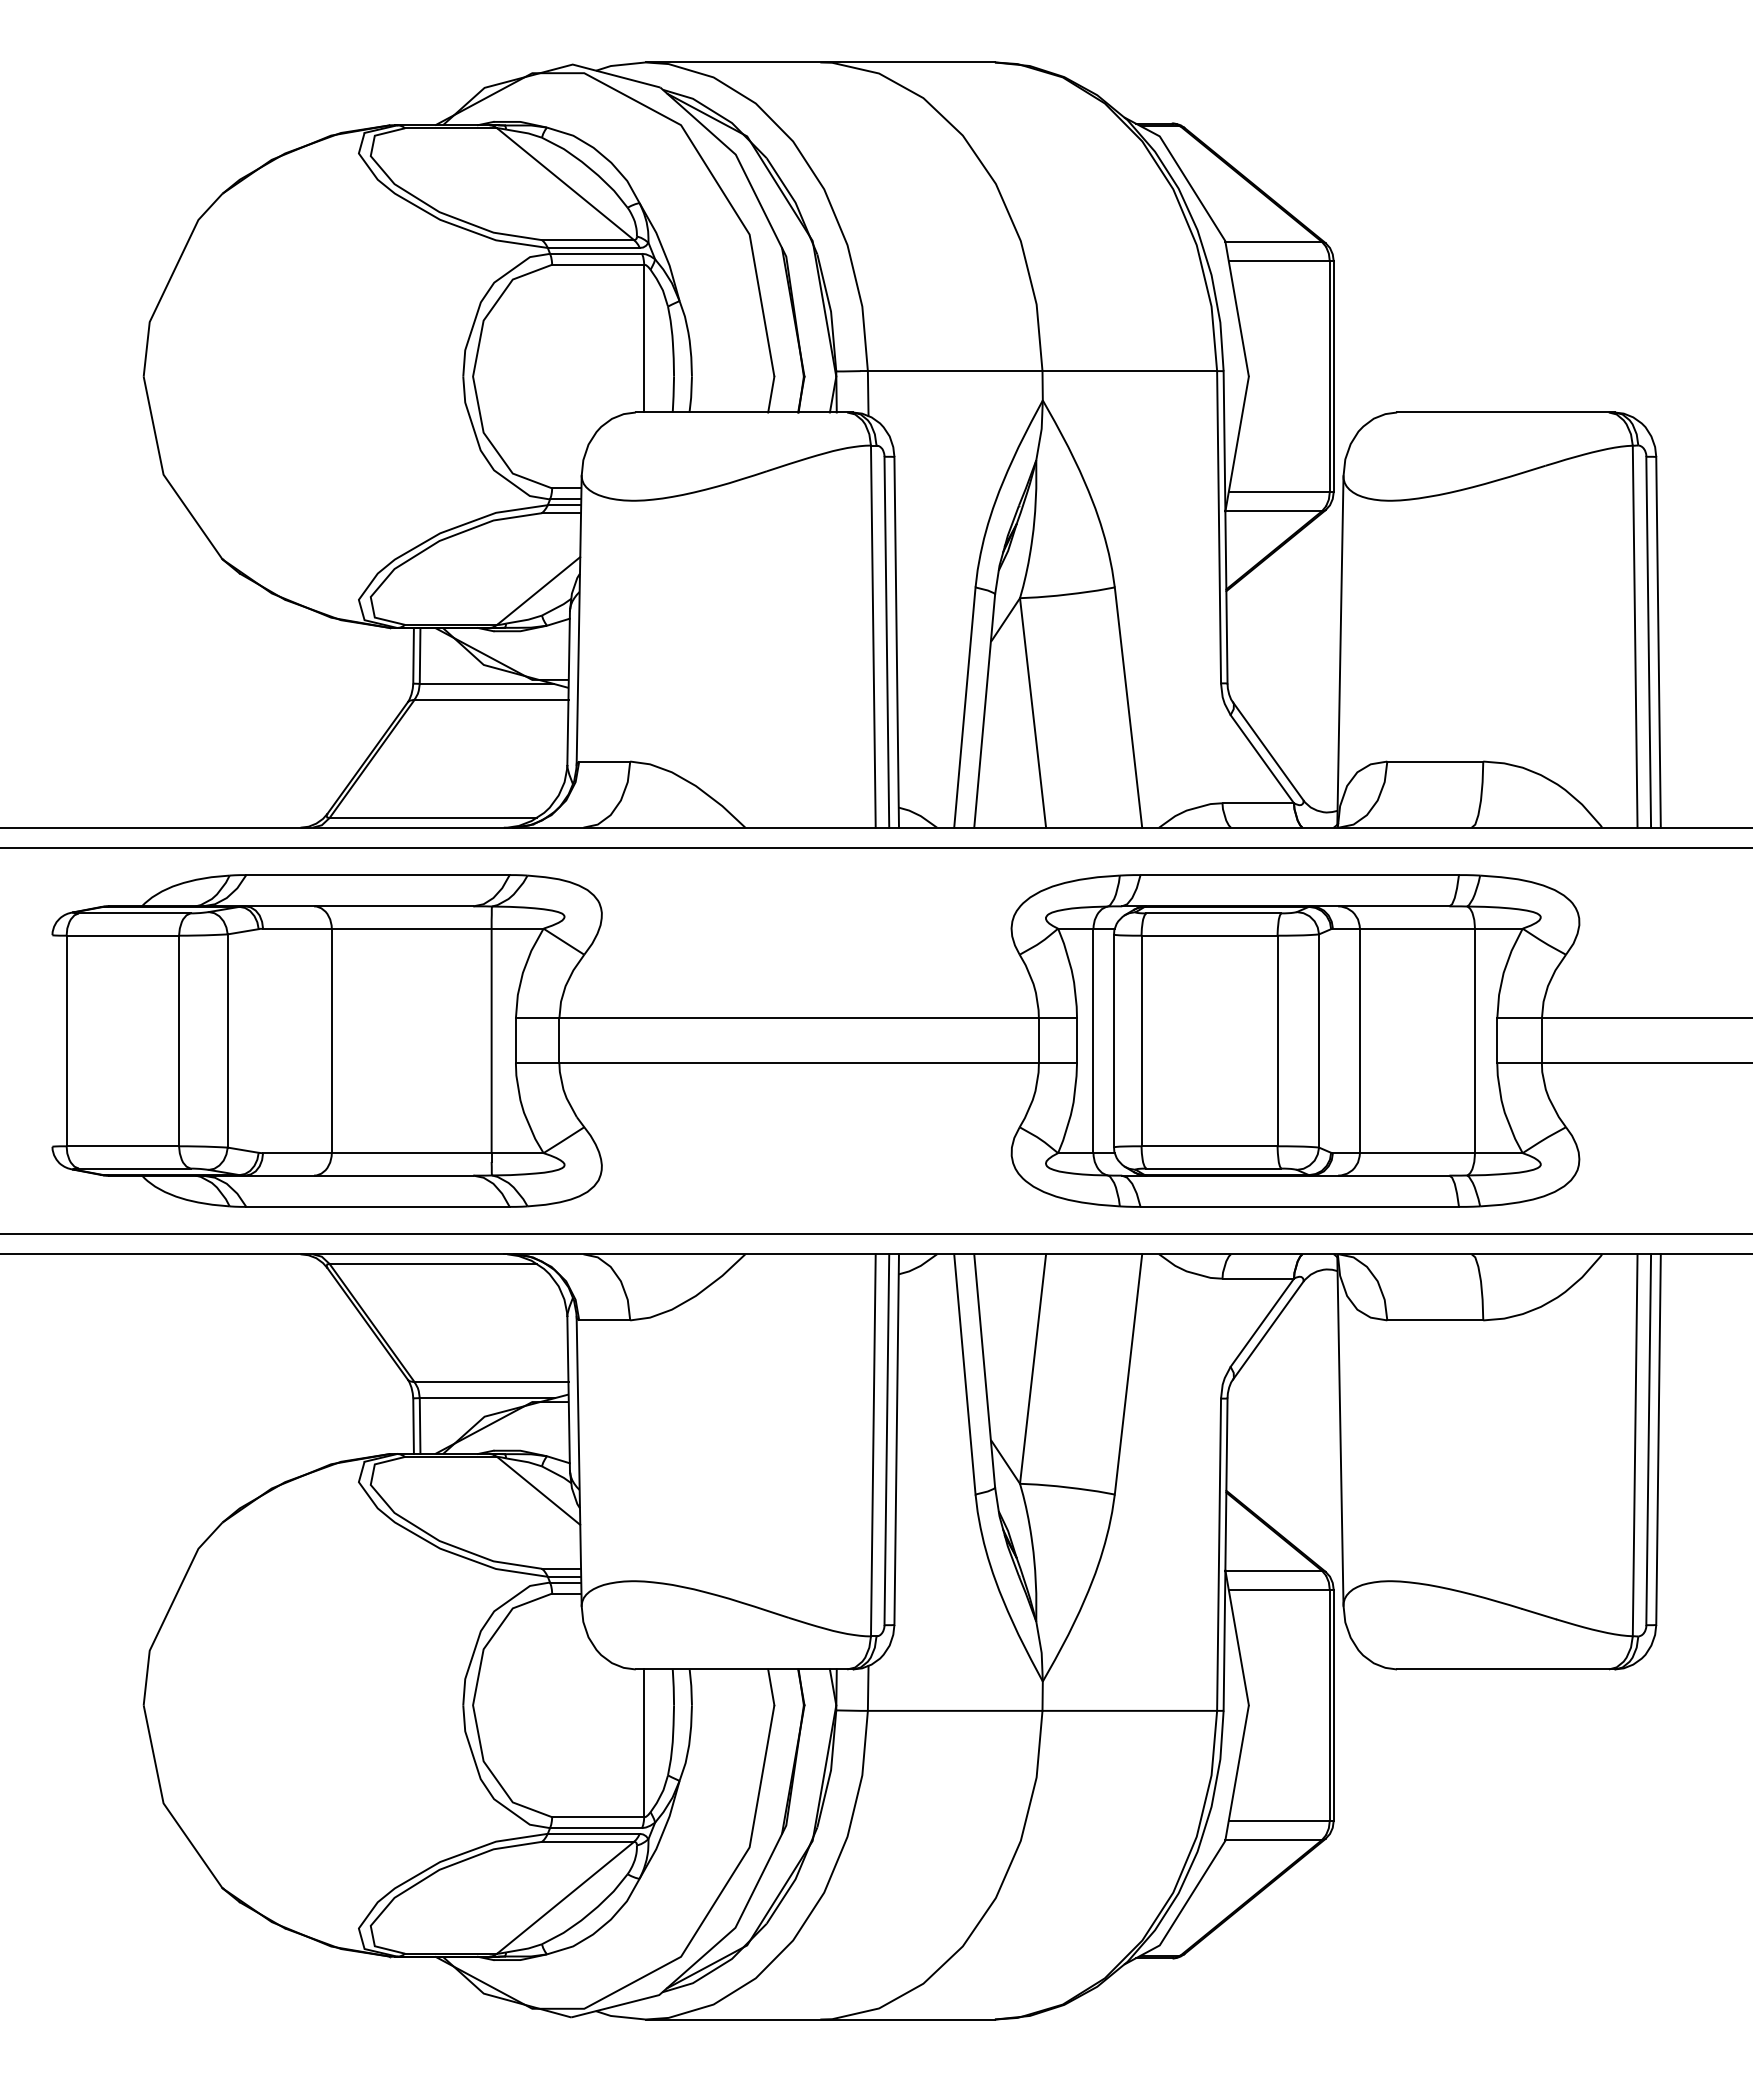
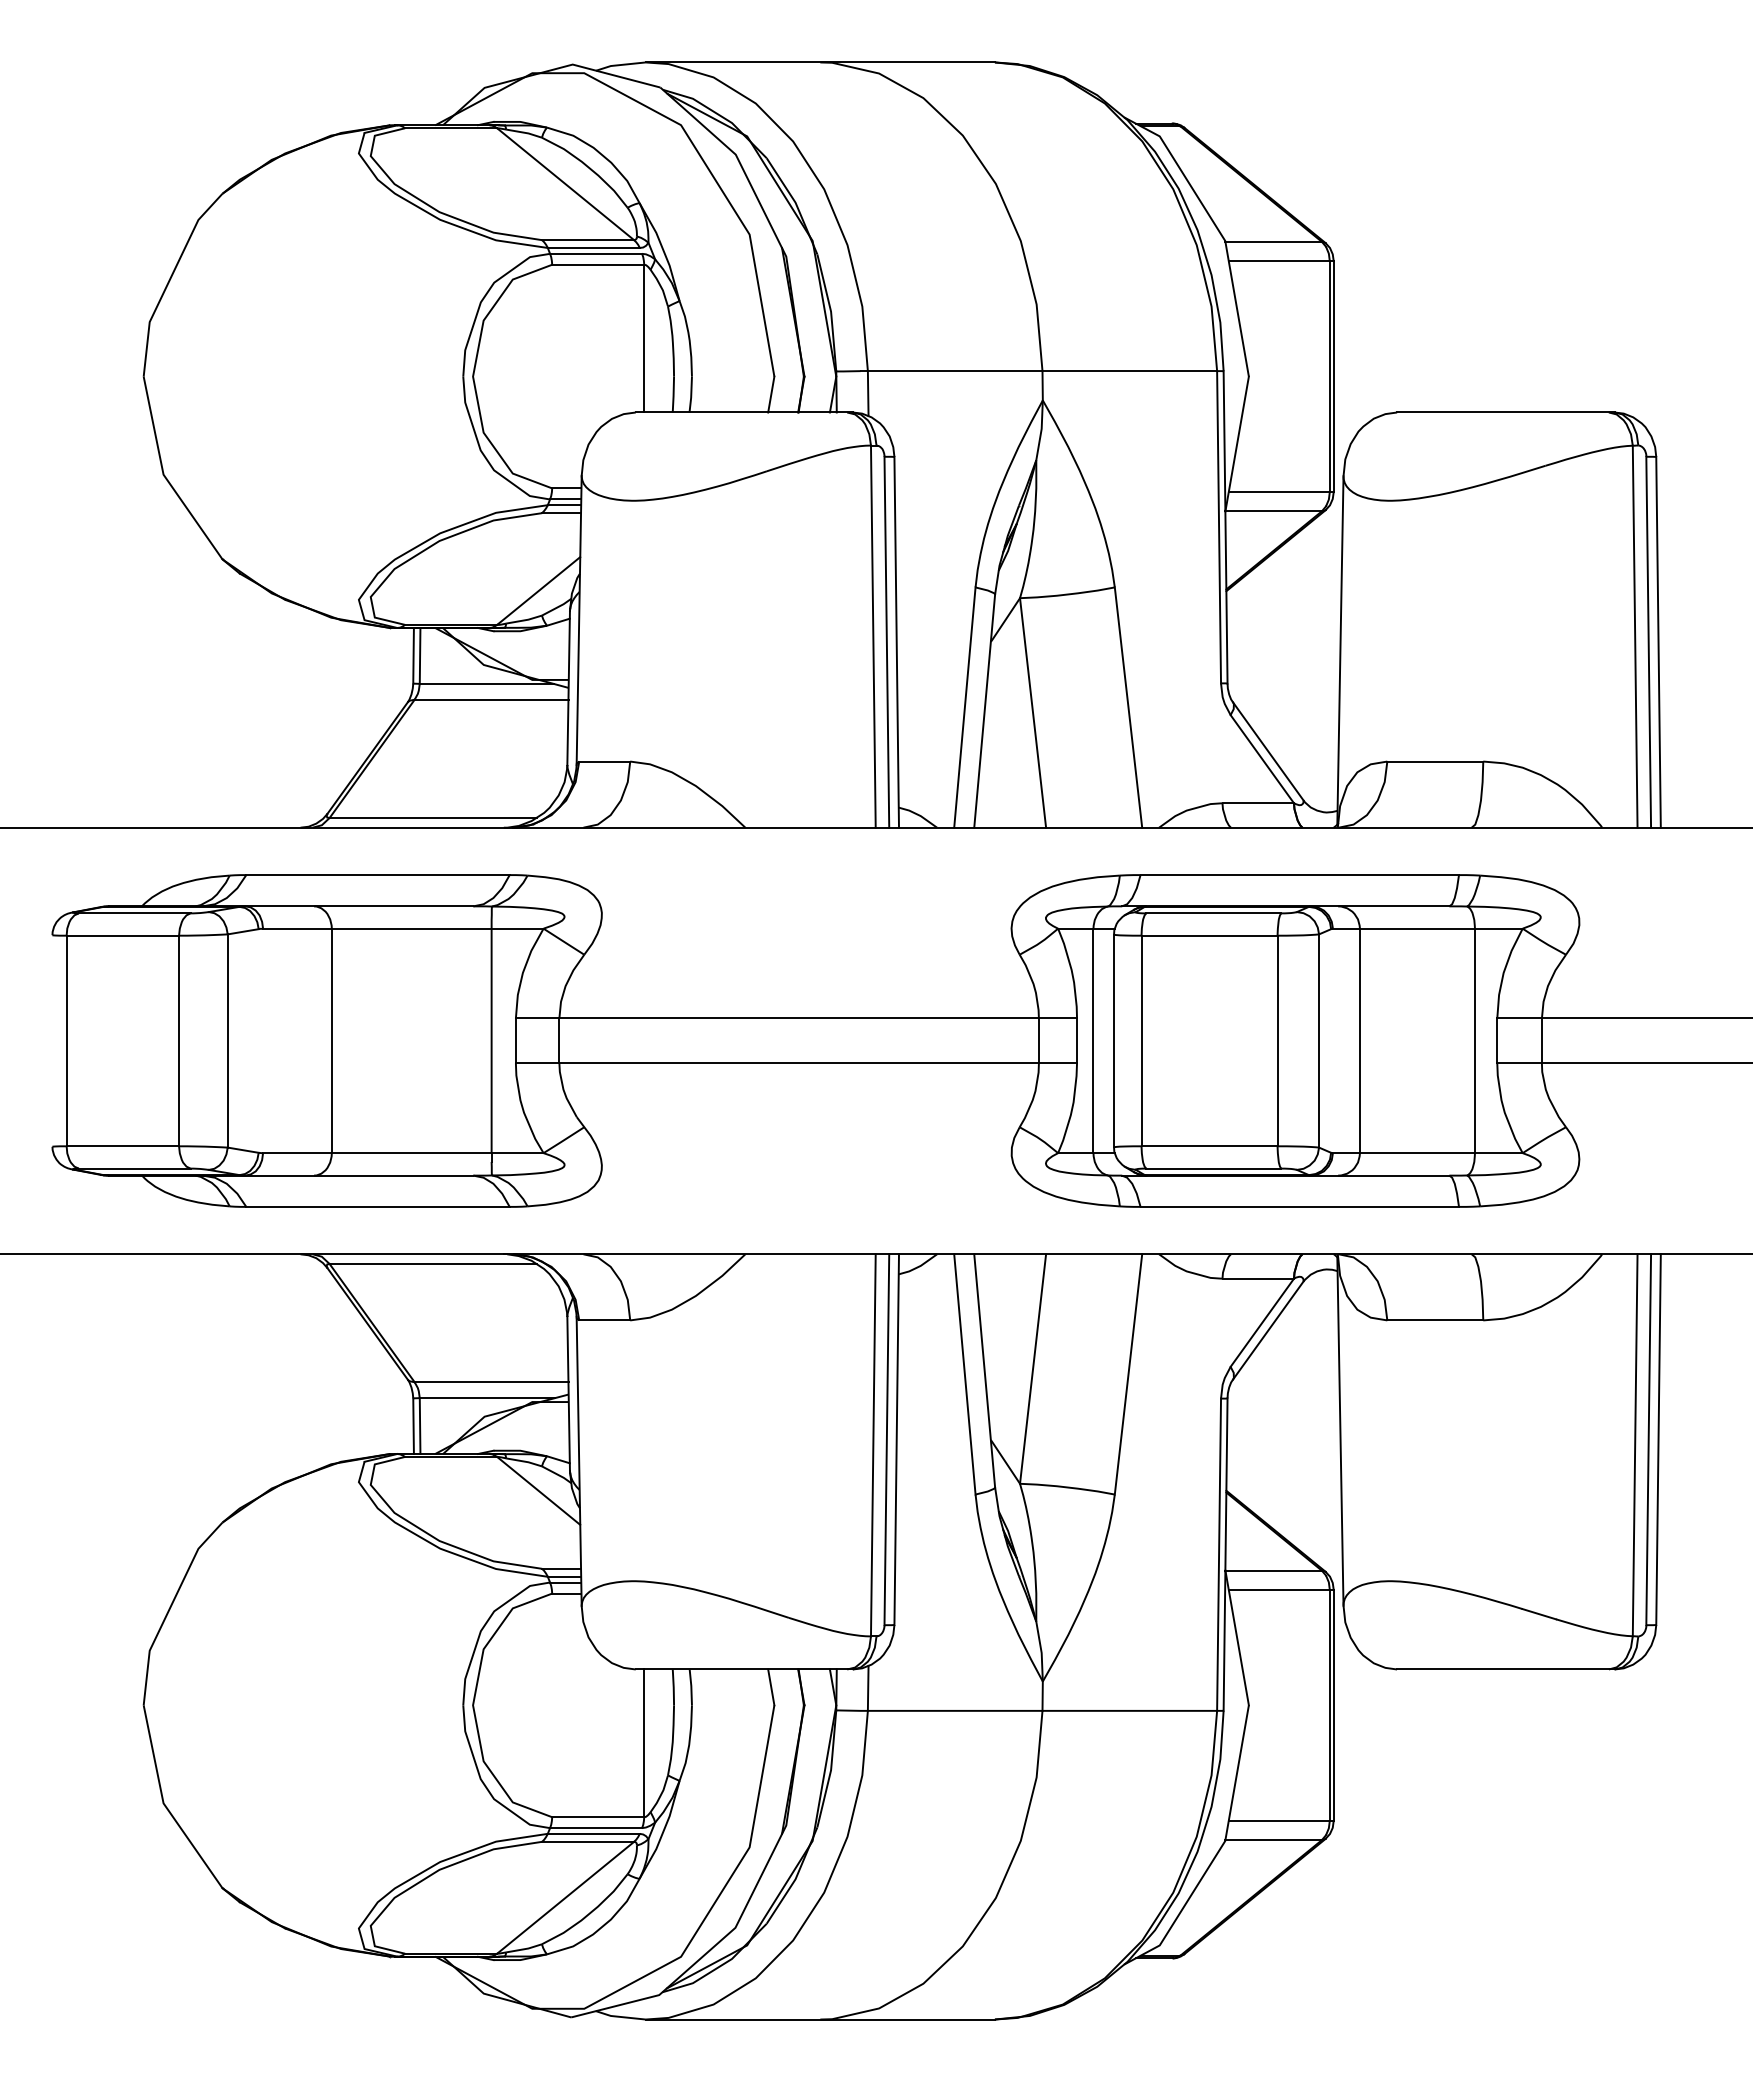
line at (875, 847): present -> none
line at (875, 1234): present -> none
